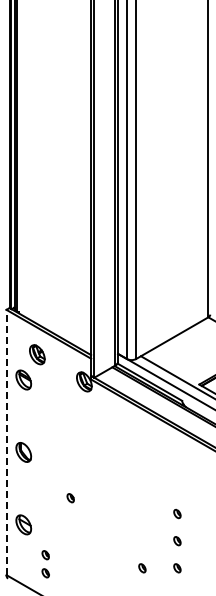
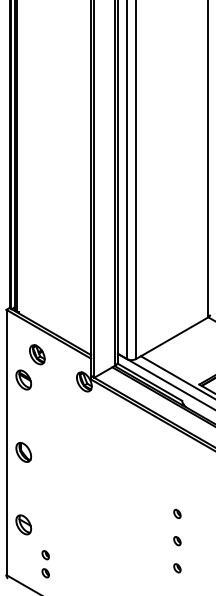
line at (6, 442): dashed -> solid
part at (70, 498): present -> none
part at (142, 568): present -> none
